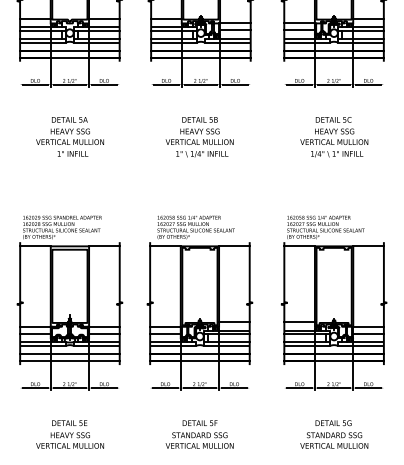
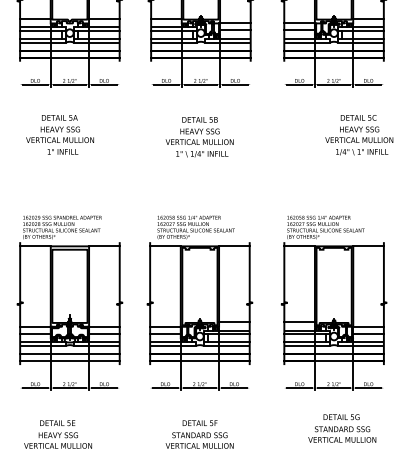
text at (69, 136) position: (69, 136) -> (59, 134)
text at (334, 137) position: (334, 137) -> (359, 135)
text at (69, 434) position: (69, 434) -> (57, 434)
text at (334, 434) position: (334, 434) -> (342, 428)
